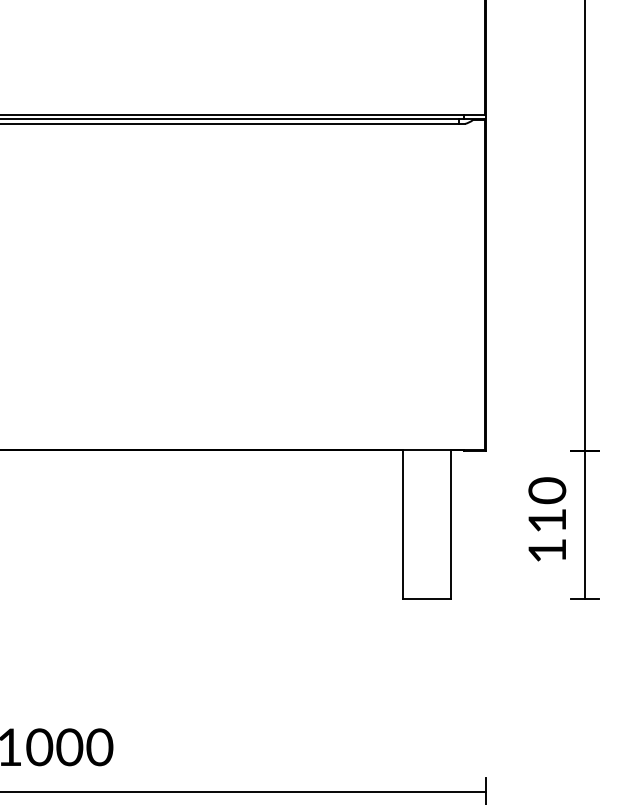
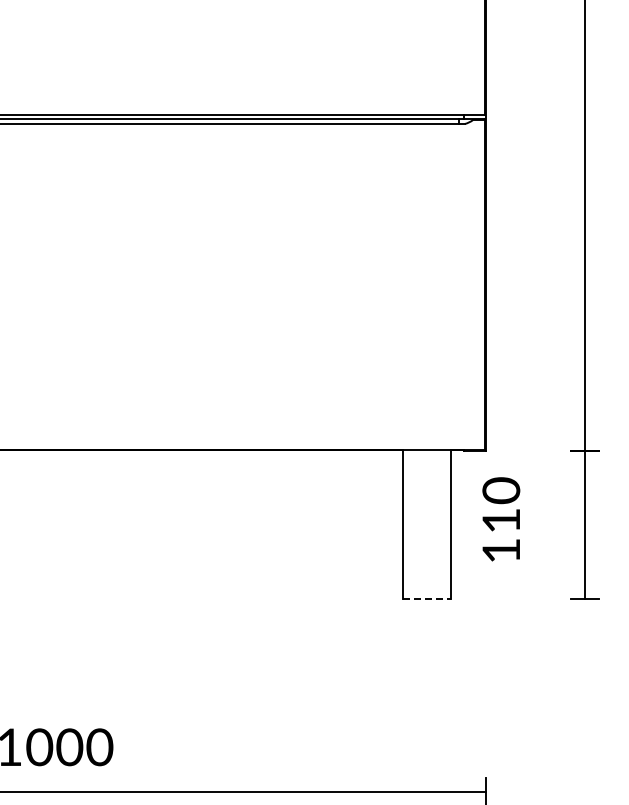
text at (547, 519) position: (547, 519) -> (501, 519)
line at (426, 599): solid -> dashed
